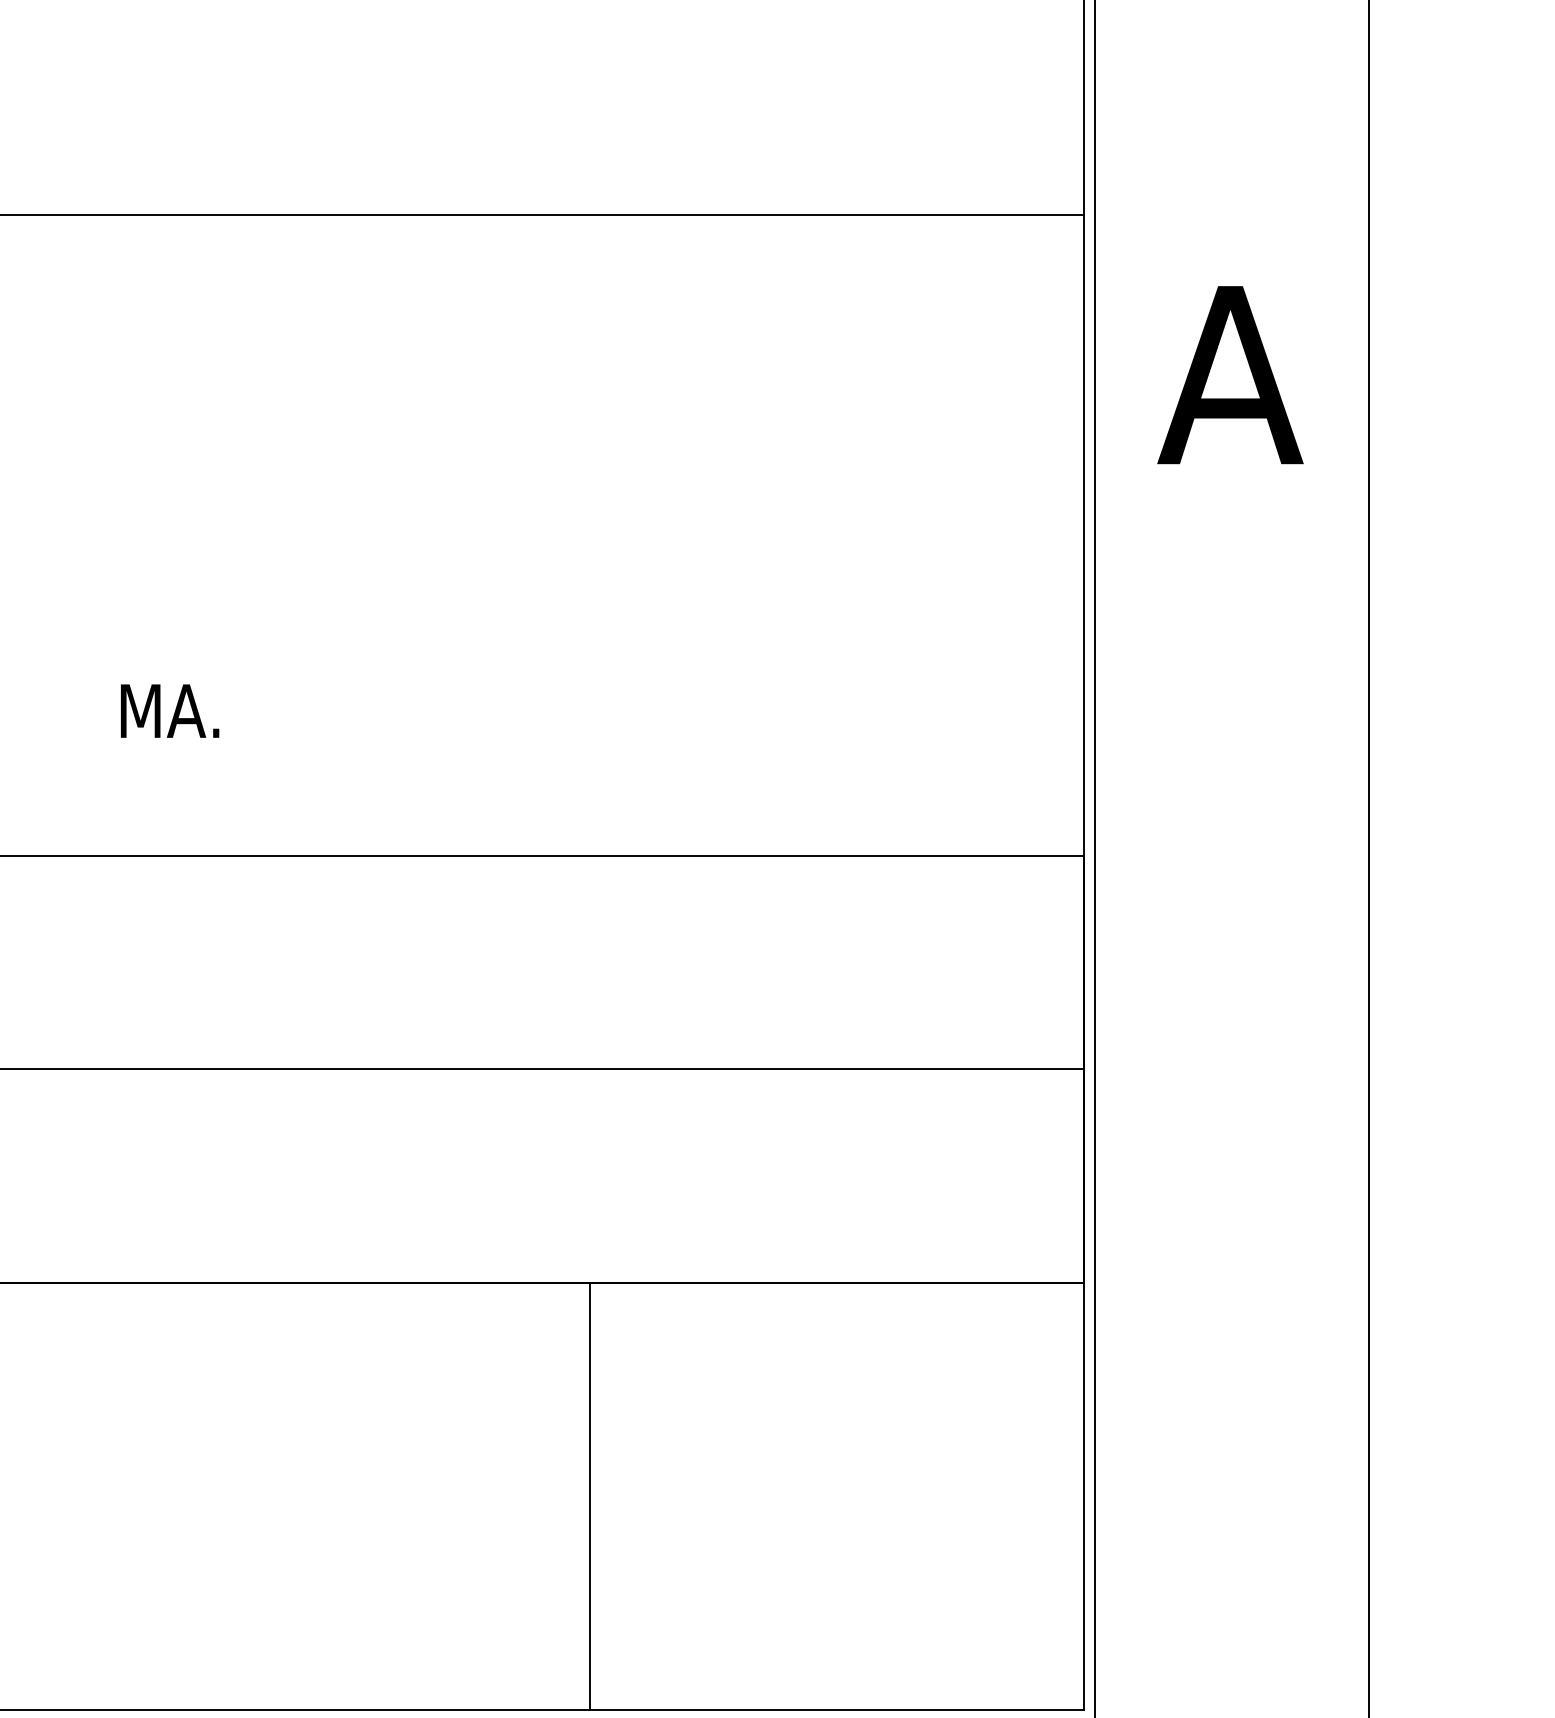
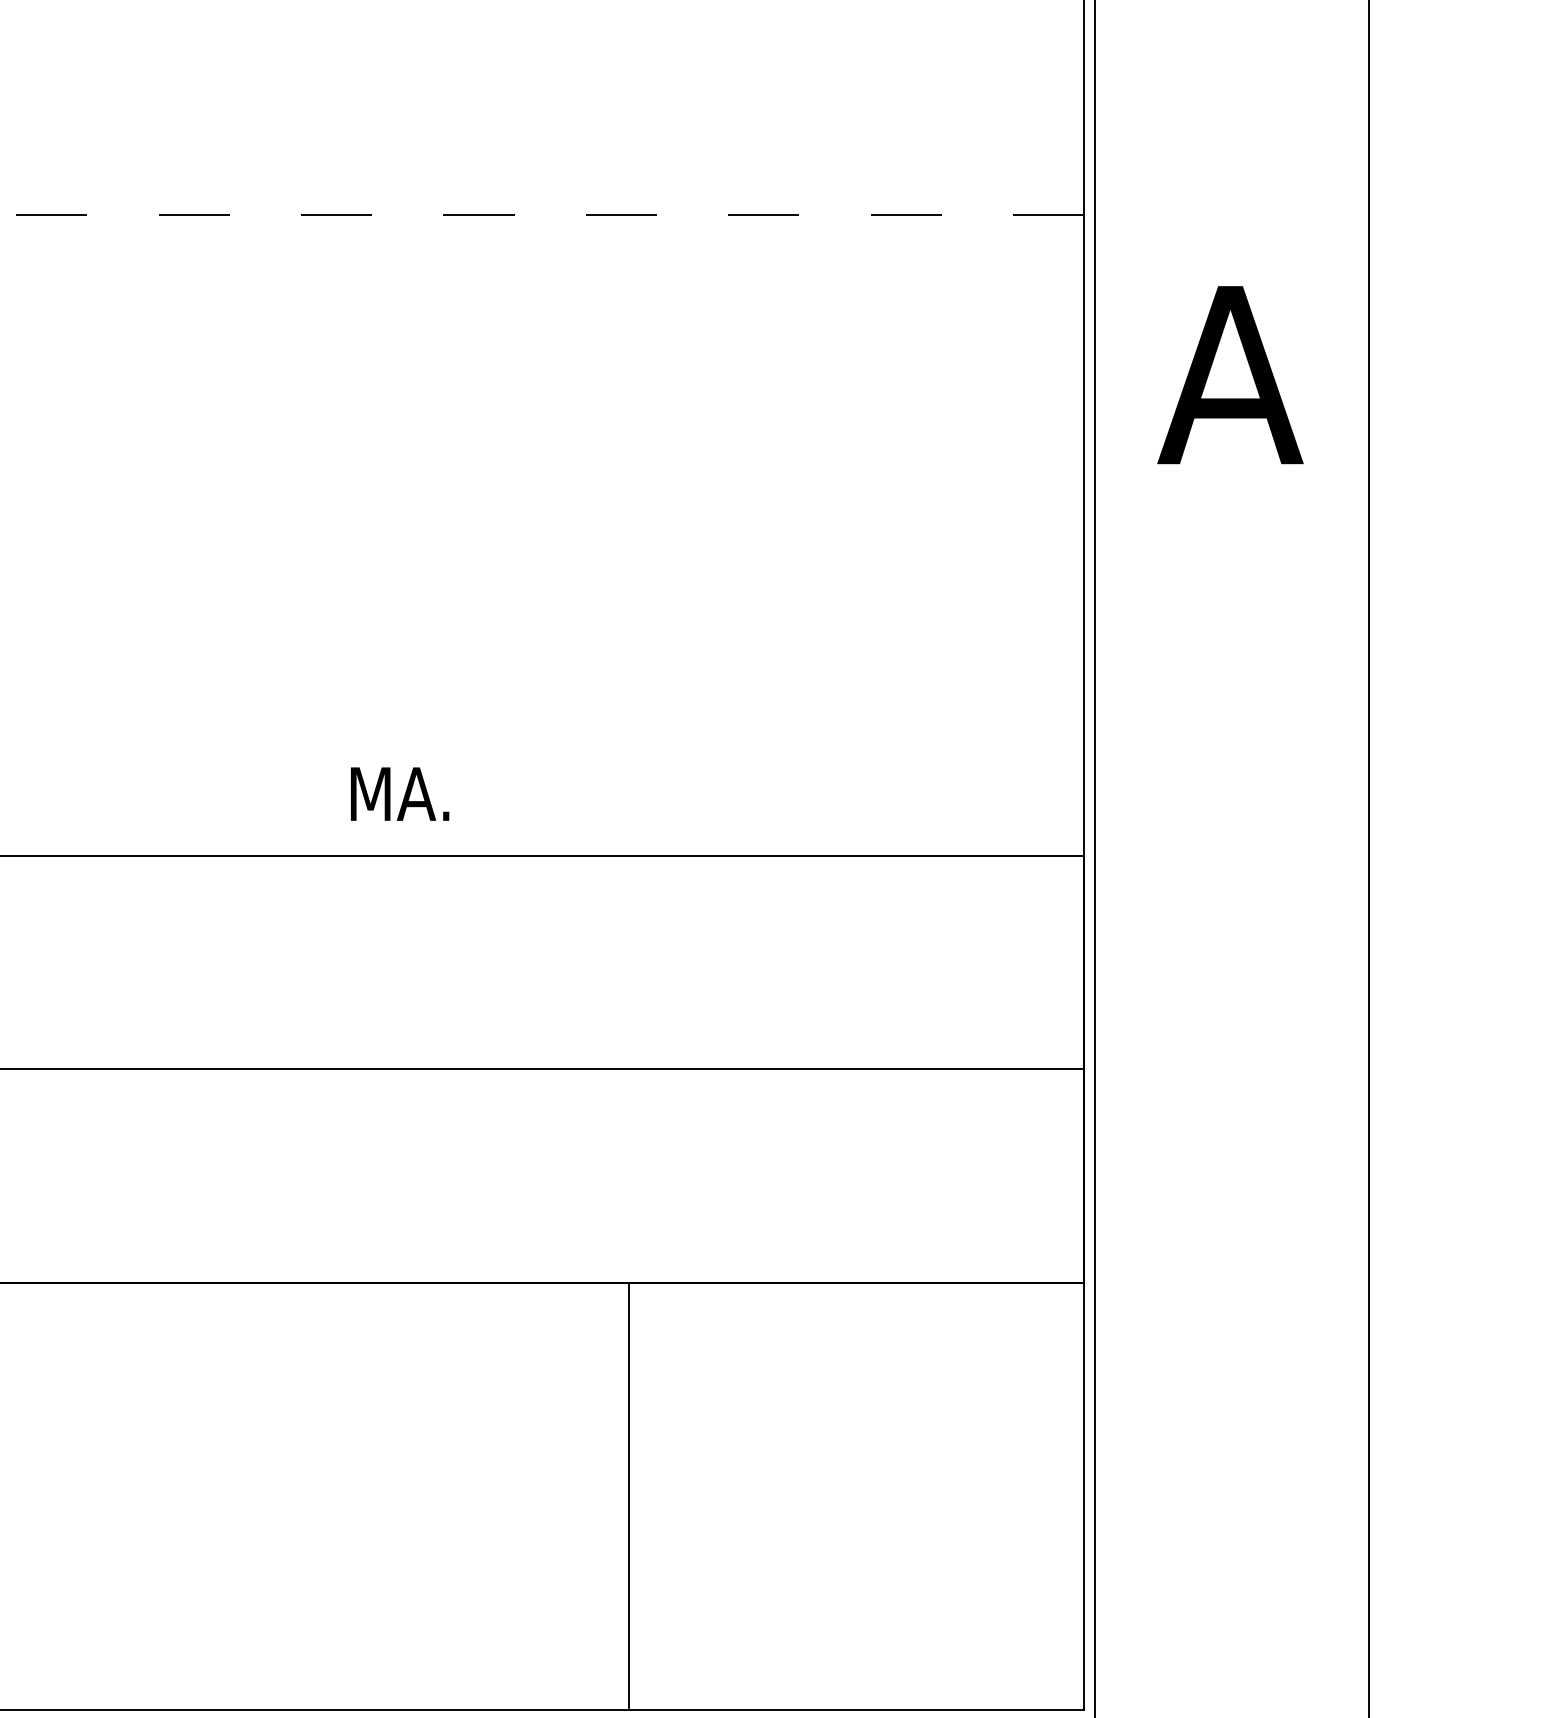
line at (542, 214): solid -> dashed
text at (170, 710) position: (170, 710) -> (400, 793)
line at (590, 1495) position: (590, 1495) -> (629, 1495)
